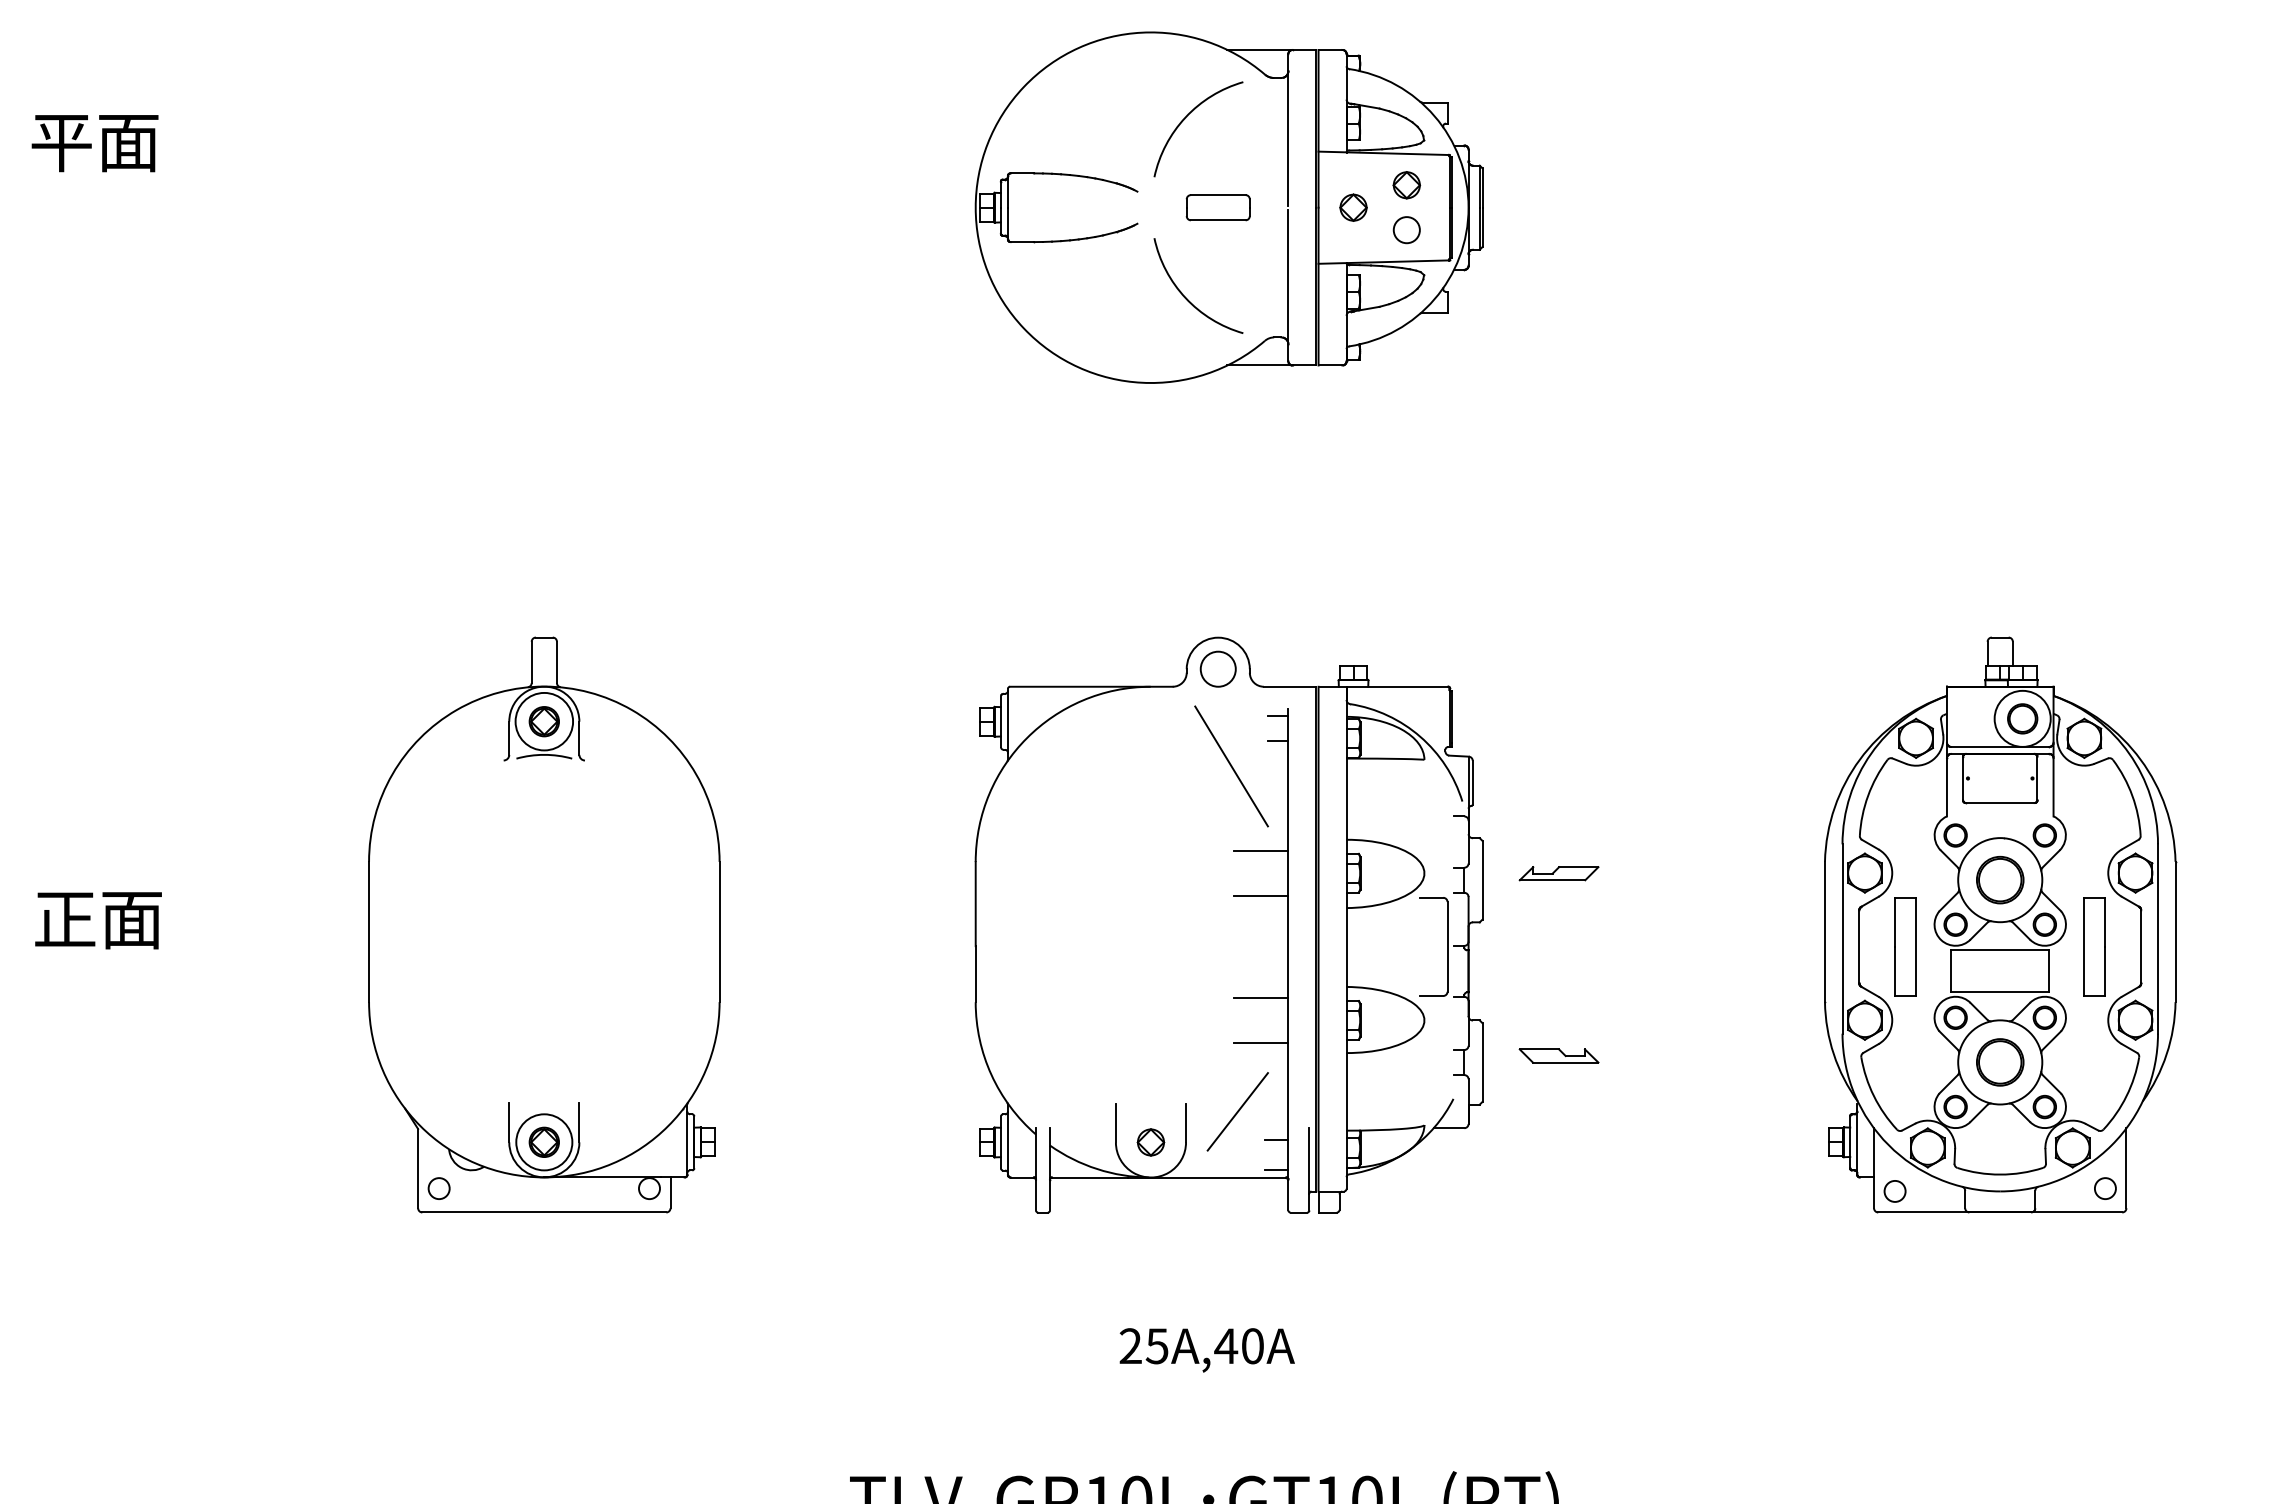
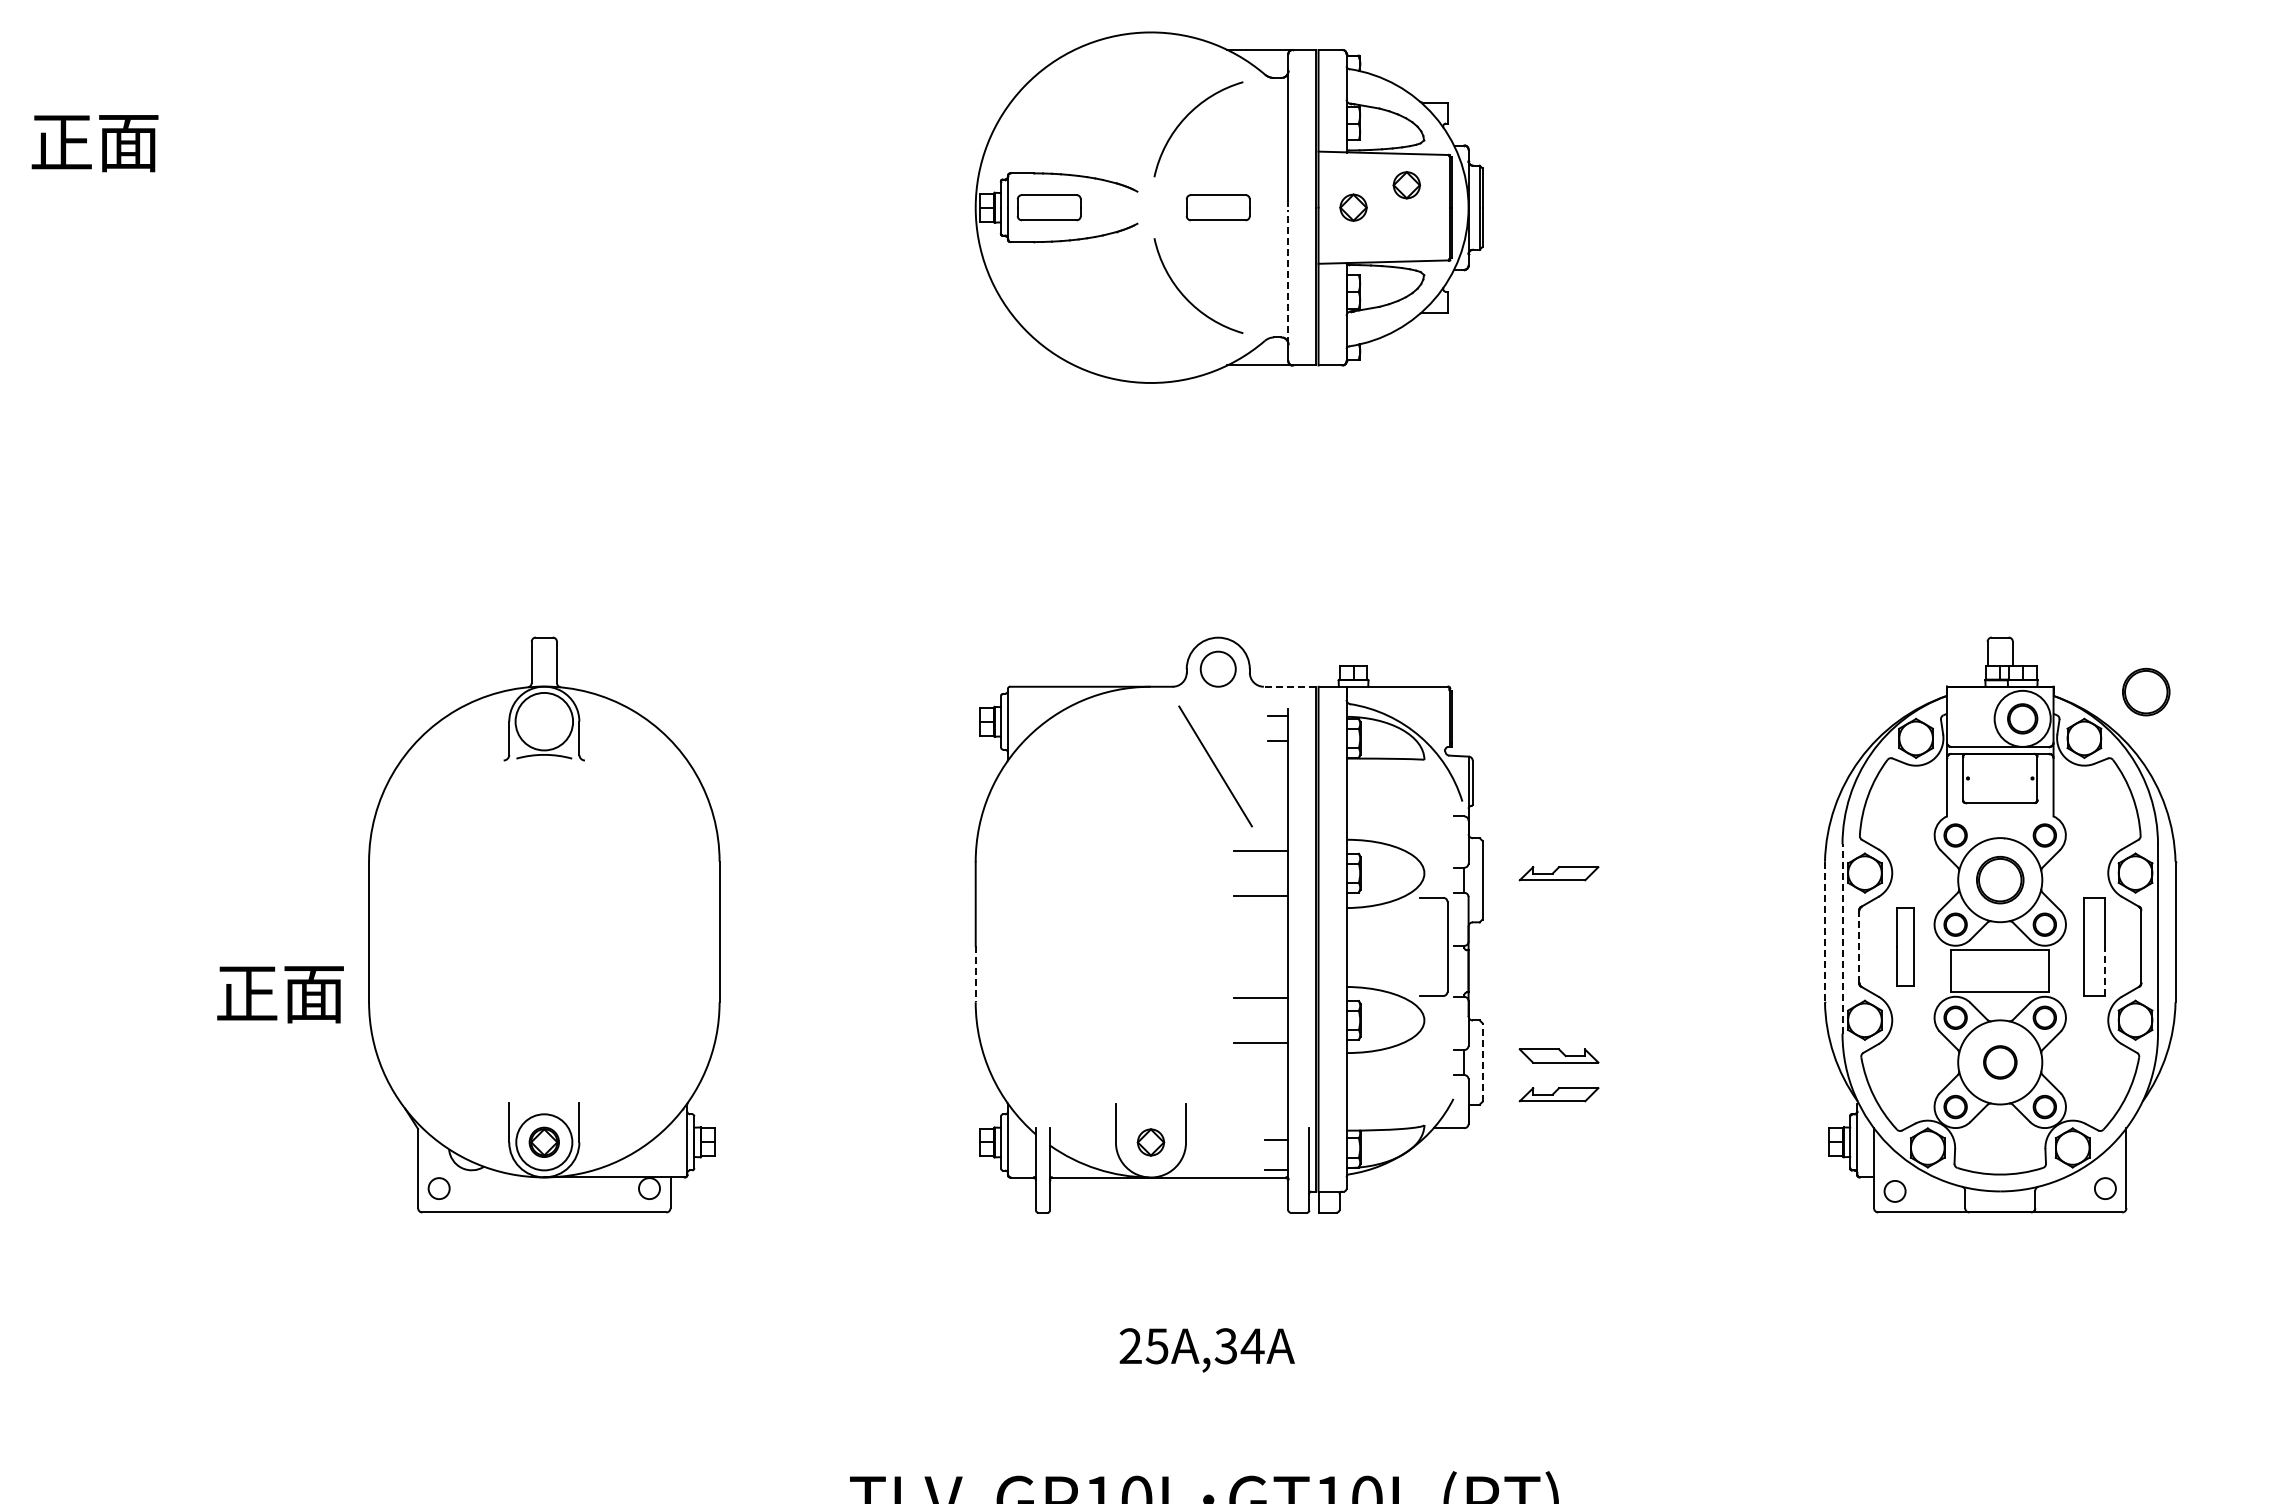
text at (61, 143): 平面 -> 正面
part at (1048, 207): none -> present
circle at (1406, 230): present -> none
line at (1288, 276): solid -> dashed
line at (1289, 686): solid -> dashed
part at (2146, 692): none -> present
part at (543, 721): present -> none
line at (1231, 766) position: (1231, 766) -> (1215, 766)
text at (98, 920) position: (98, 920) -> (280, 994)
line at (1824, 932): solid -> dashed
line at (1842, 939): solid -> dashed
part at (1905, 946) size: 23x100 px -> 19x80 px
line at (1859, 947): solid -> dashed
line at (2105, 971): solid -> dashed
line at (975, 974): solid -> dashed
line at (1482, 1062): solid -> dashed
part at (2000, 1062) size: 49x49 px -> 35x35 px
part at (1558, 1094): none -> present
line at (1237, 1111): present -> none
text at (1239, 1346): 25A,40A -> 25A,34A
